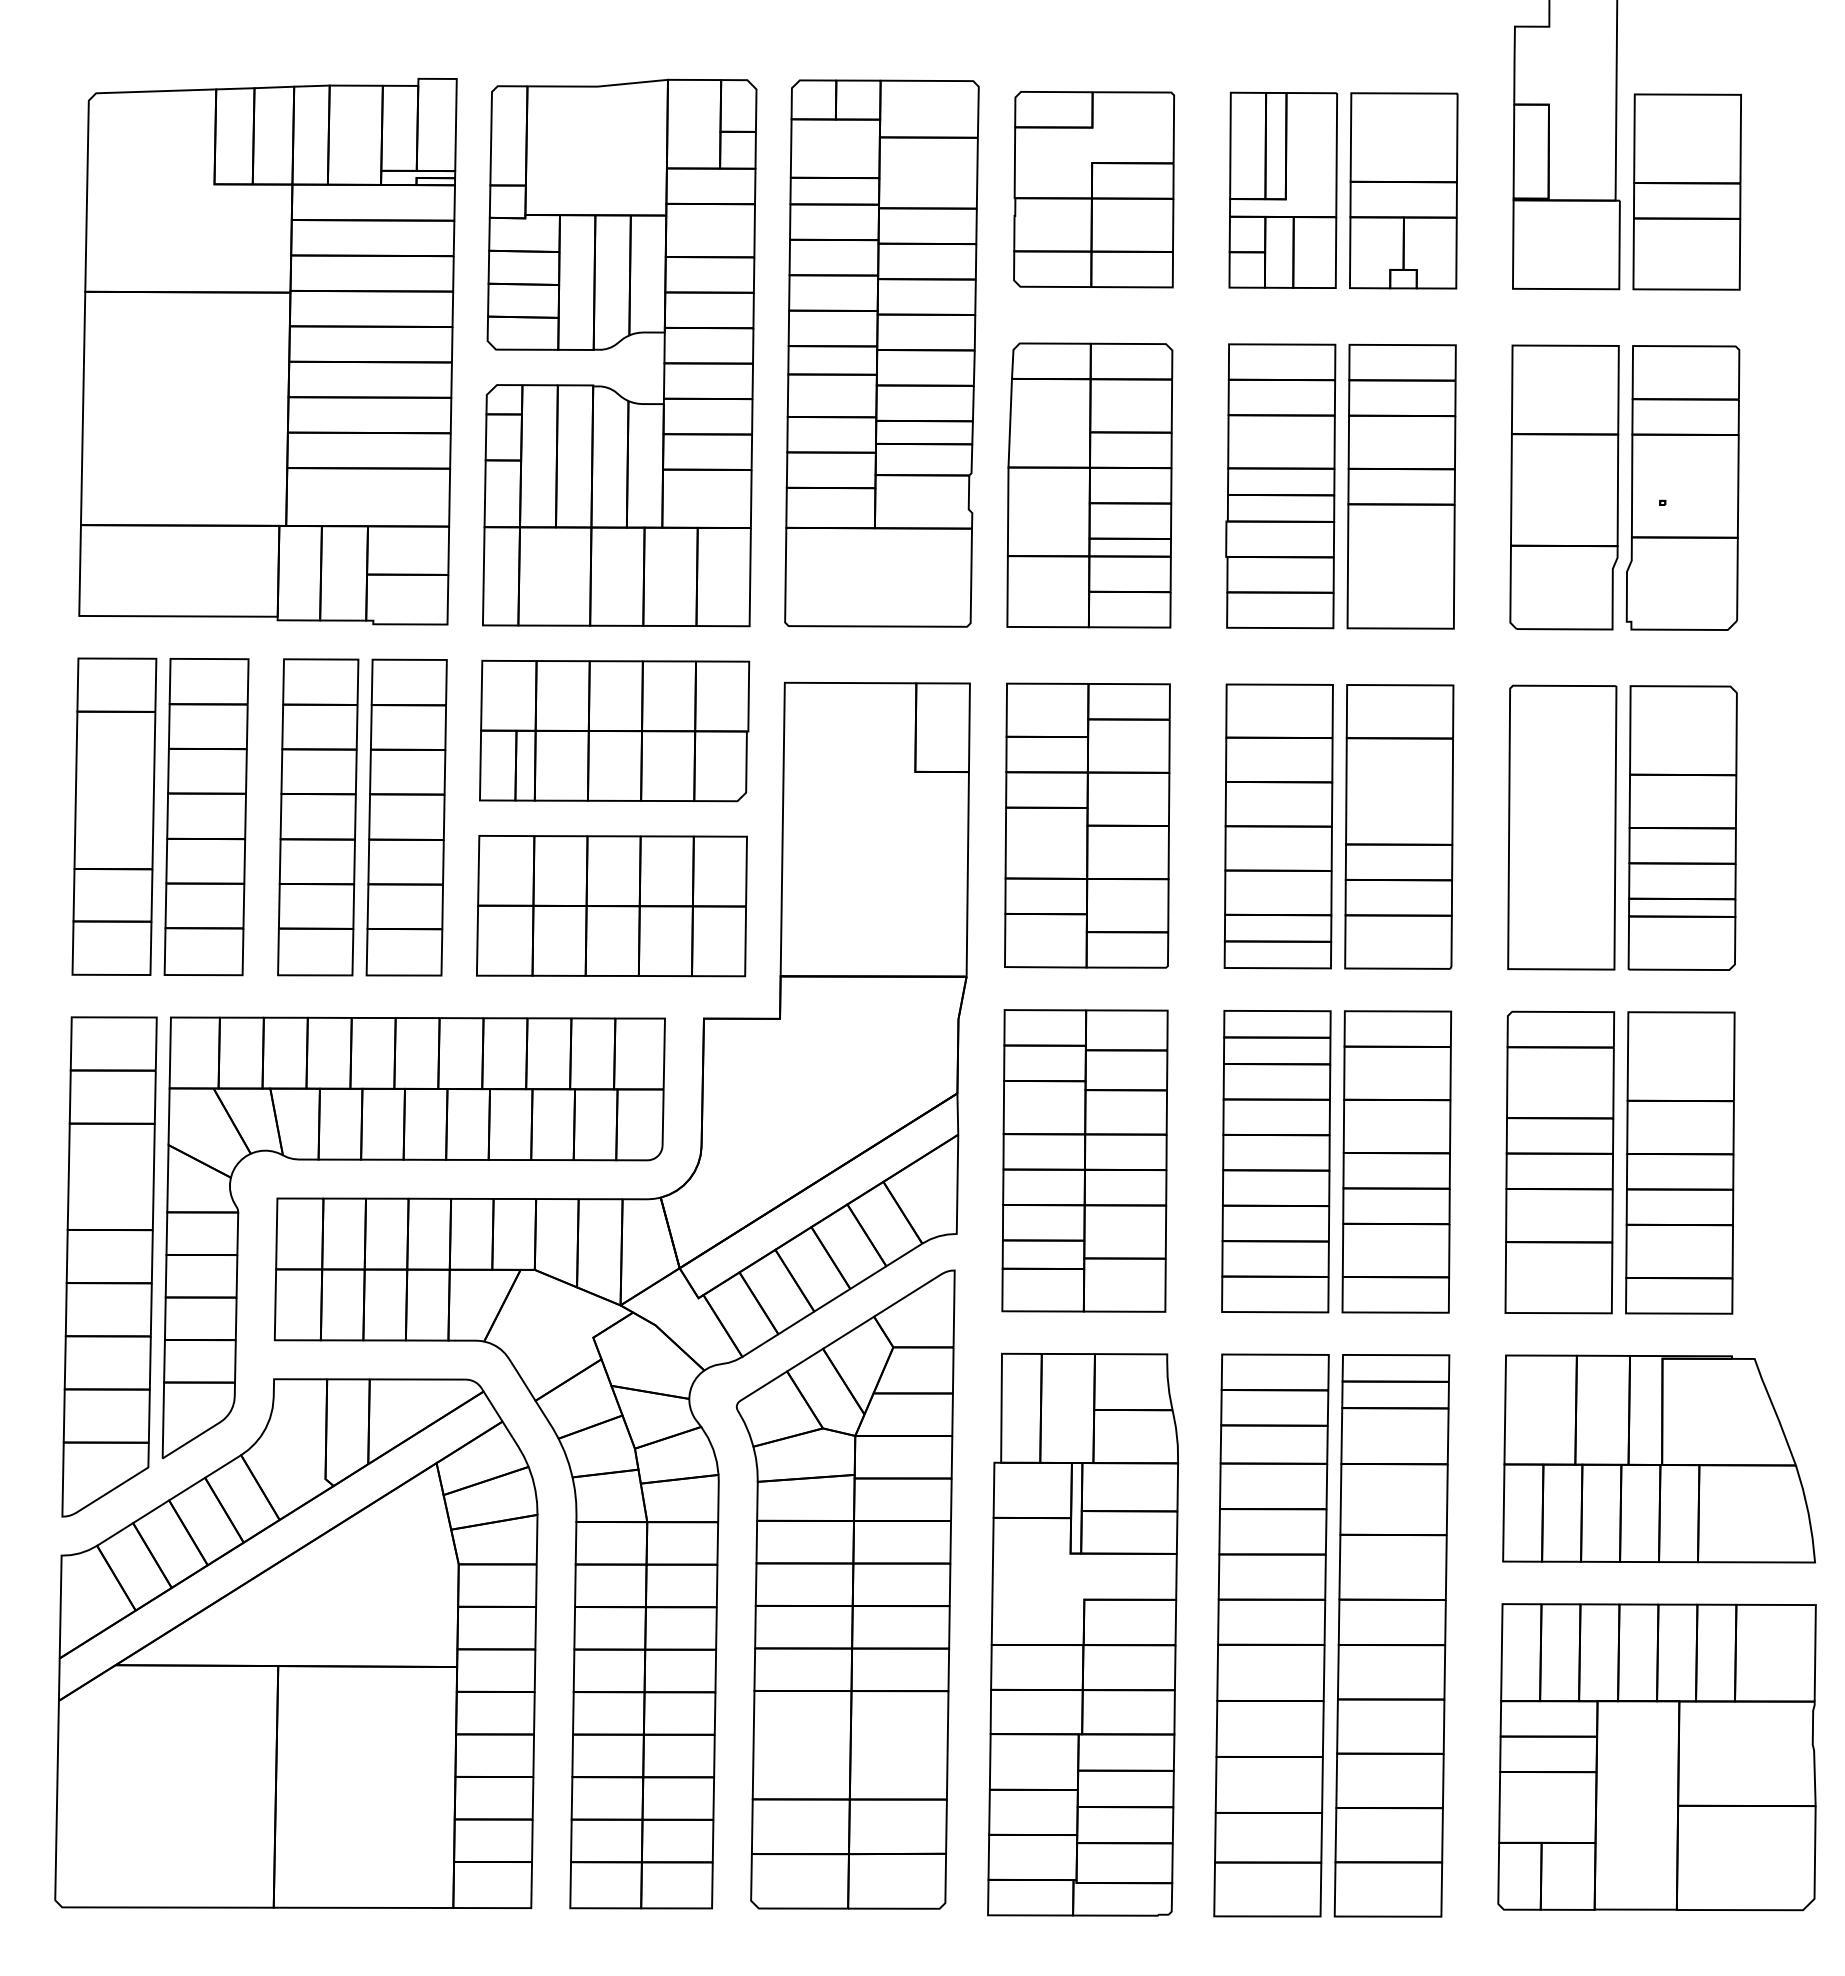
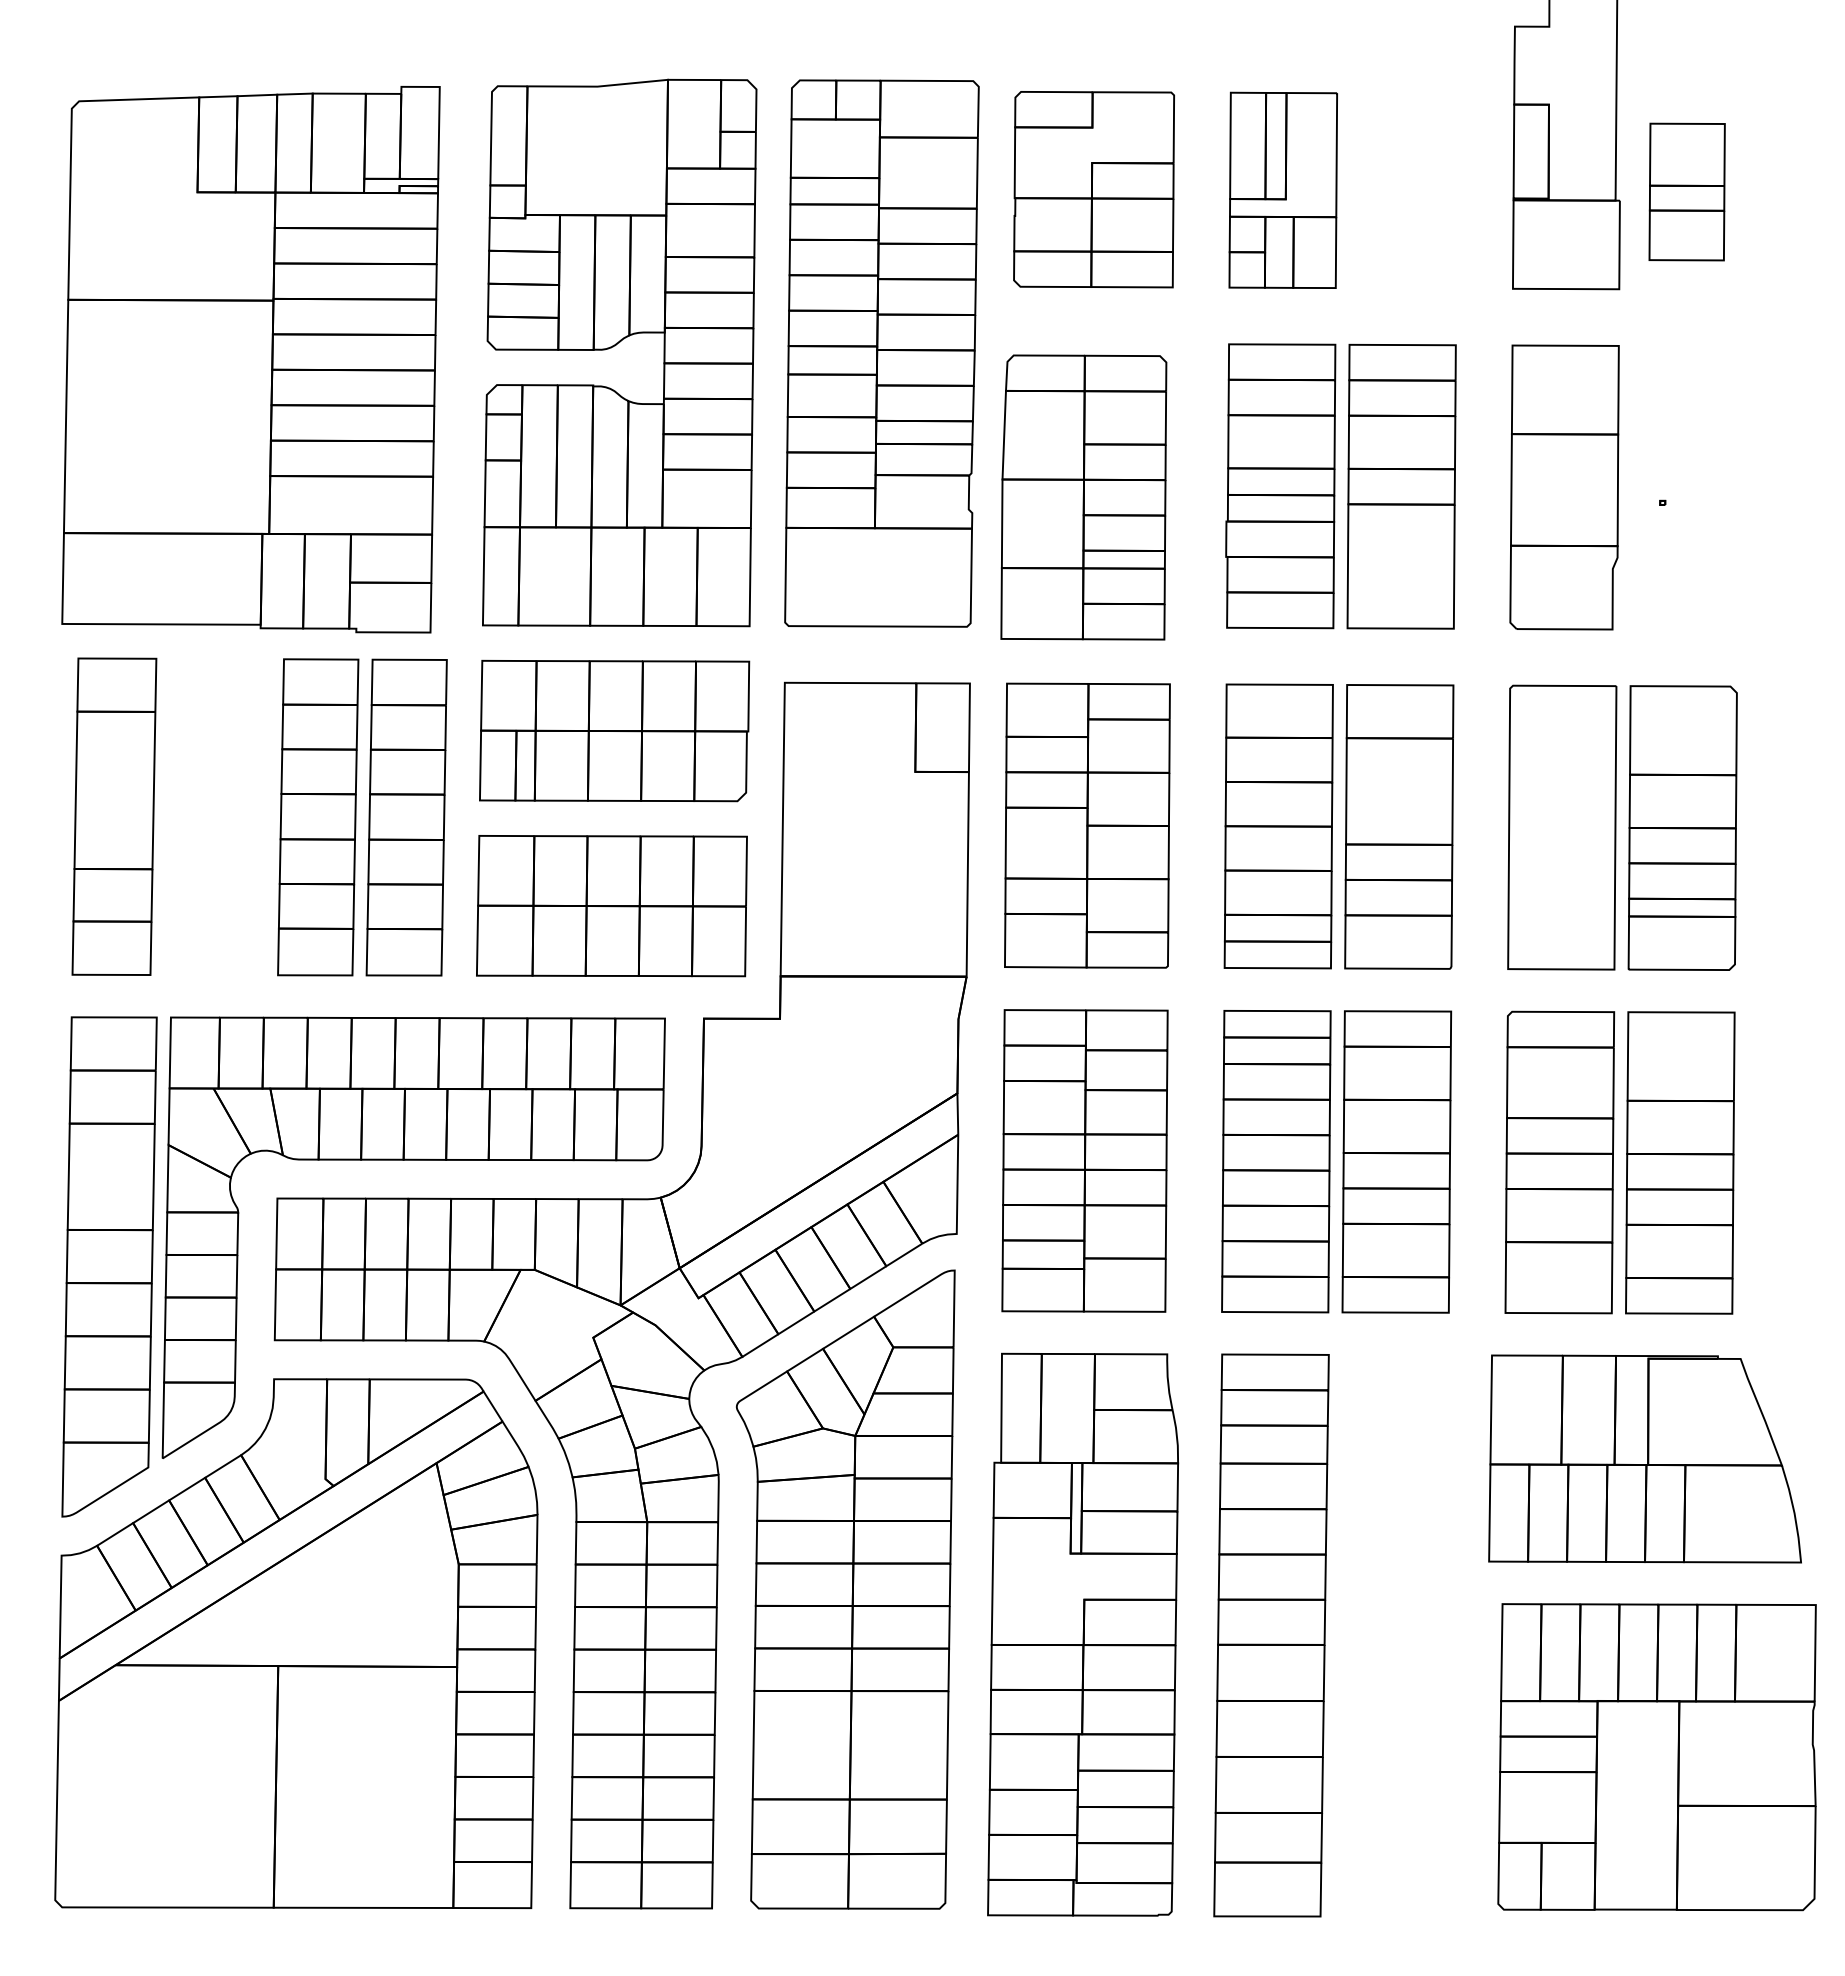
part at (1403, 190): present -> none
part at (1686, 191) size: 110x198 px -> 78x140 px
part at (267, 351) position: (267, 351) -> (250, 359)
part at (1089, 485) position: (1089, 485) -> (1083, 497)
part at (1682, 487): present -> none
part at (206, 817): present -> none
part at (1658, 1458) position: (1658, 1458) -> (1644, 1458)
part at (1391, 1635): present -> none
